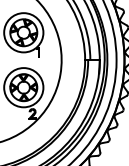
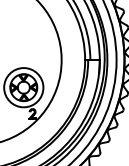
part at (23, 34): present -> none
